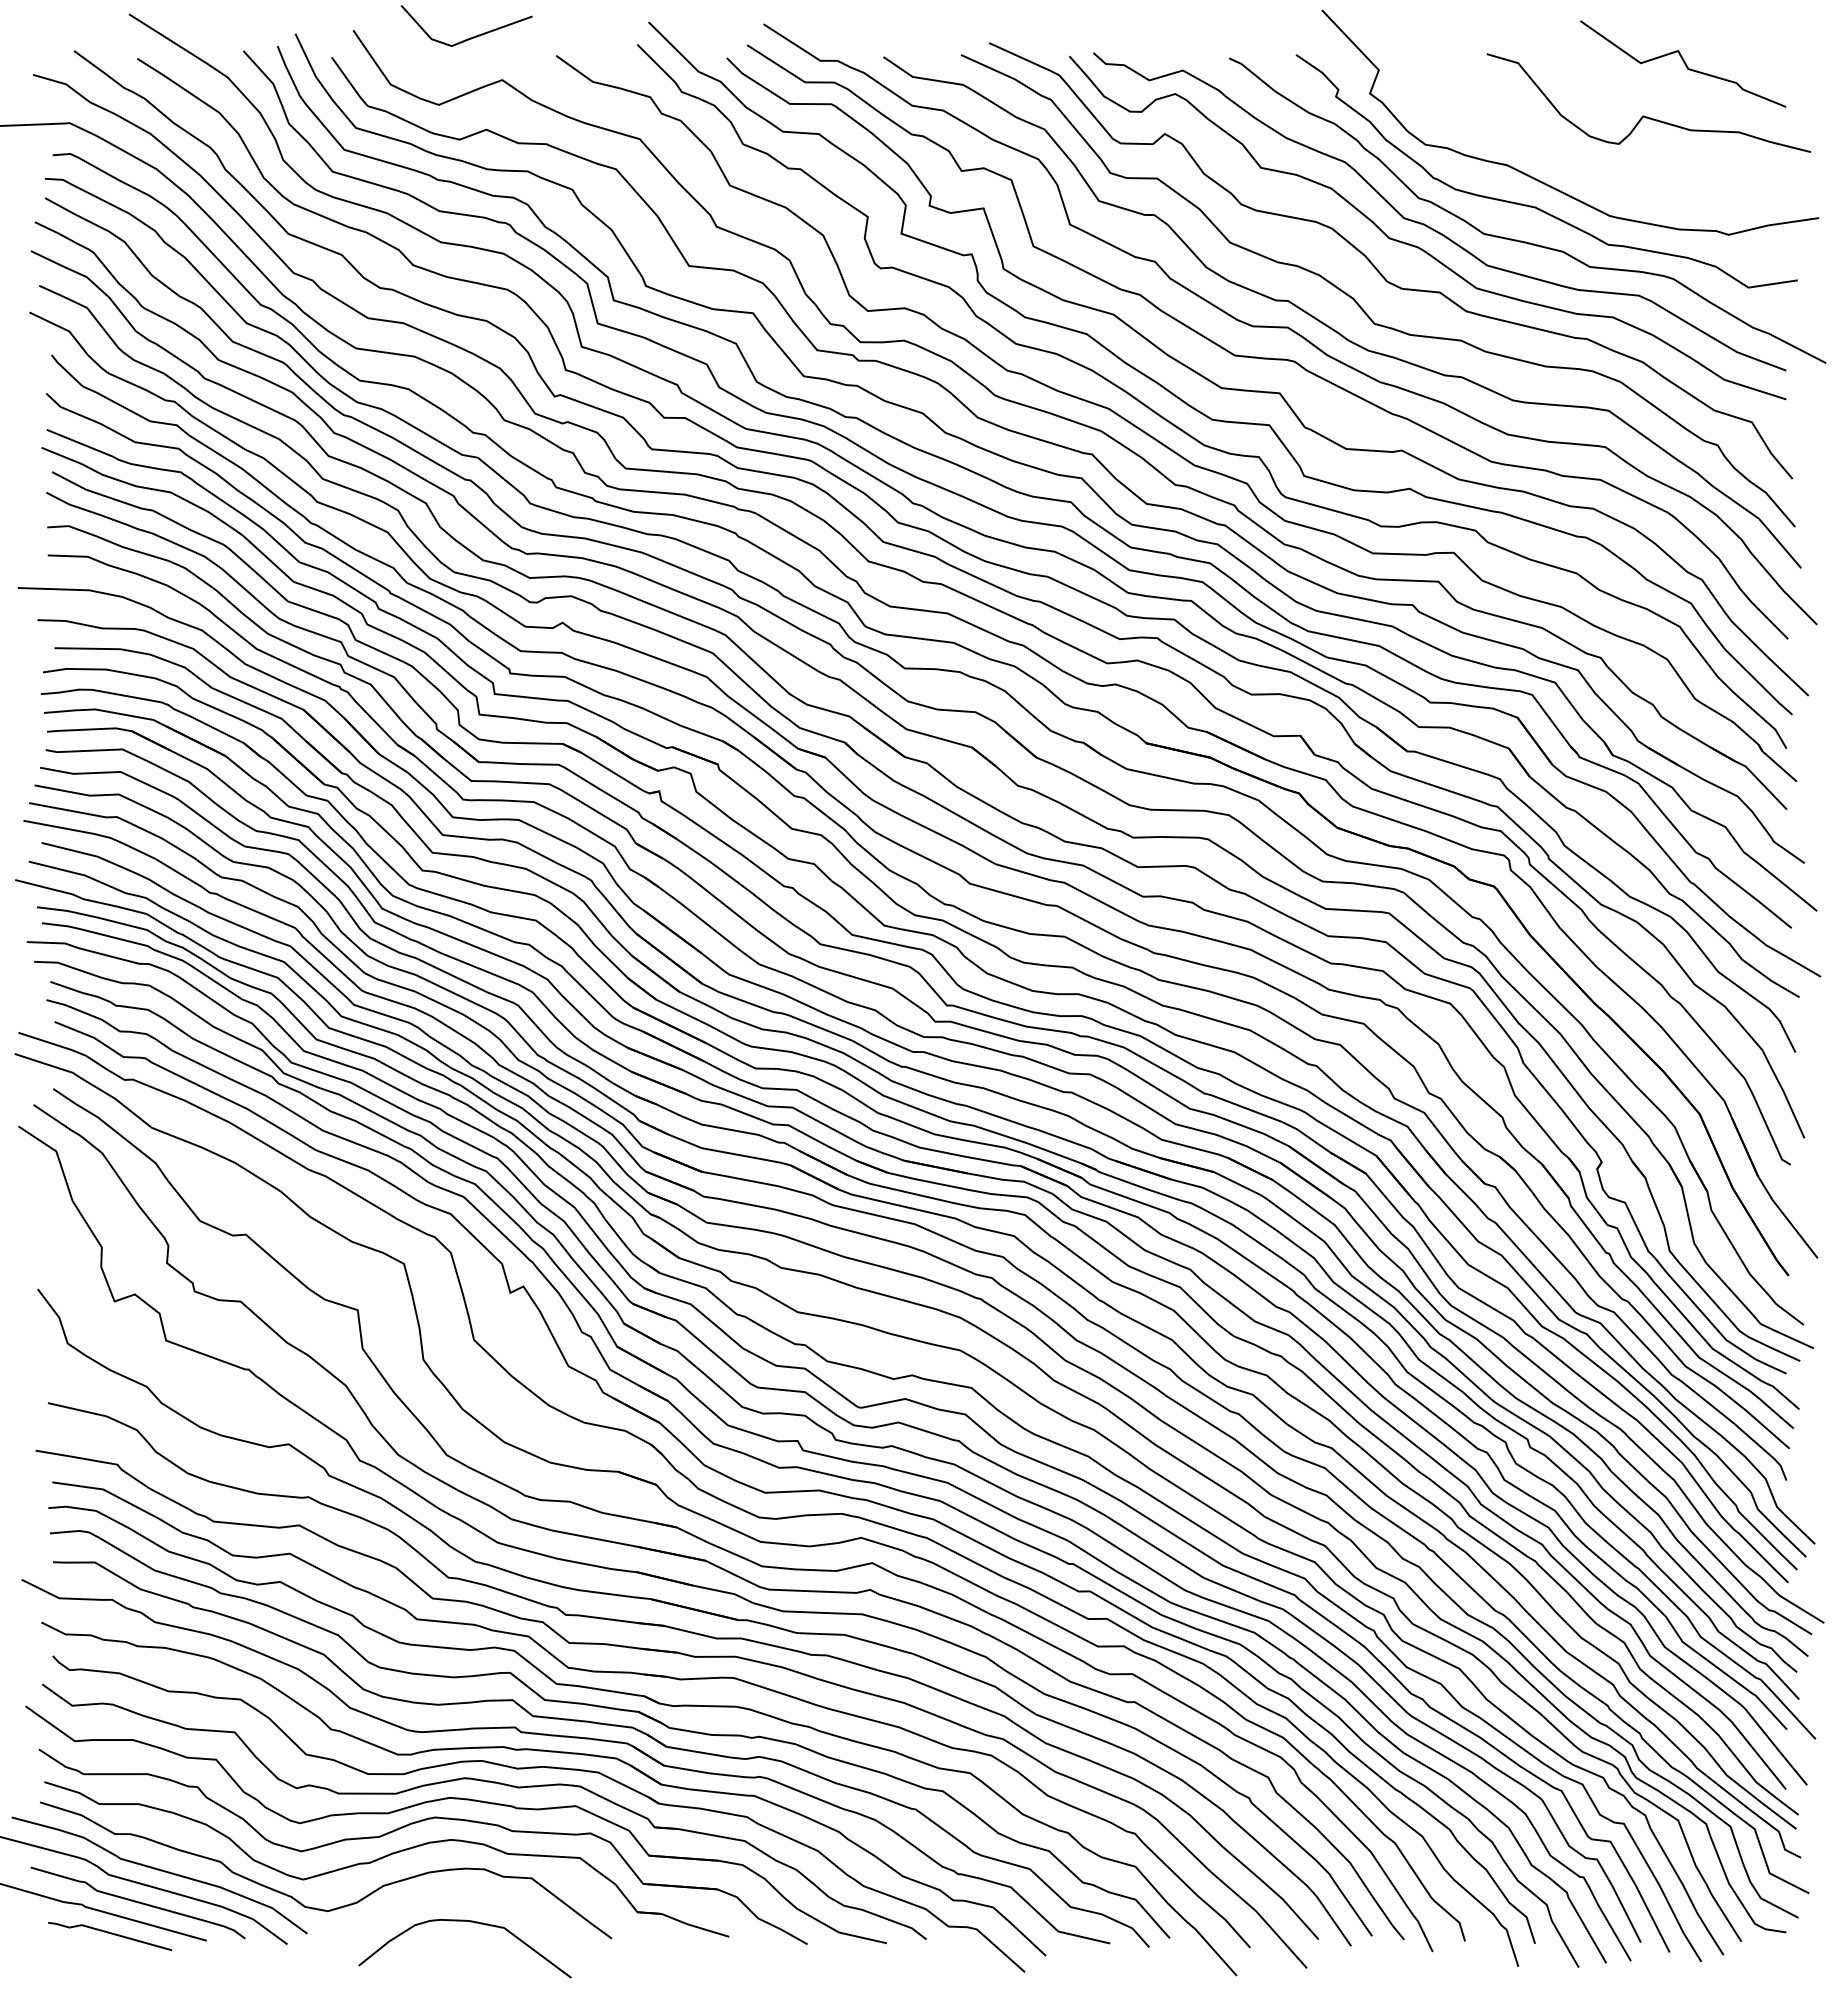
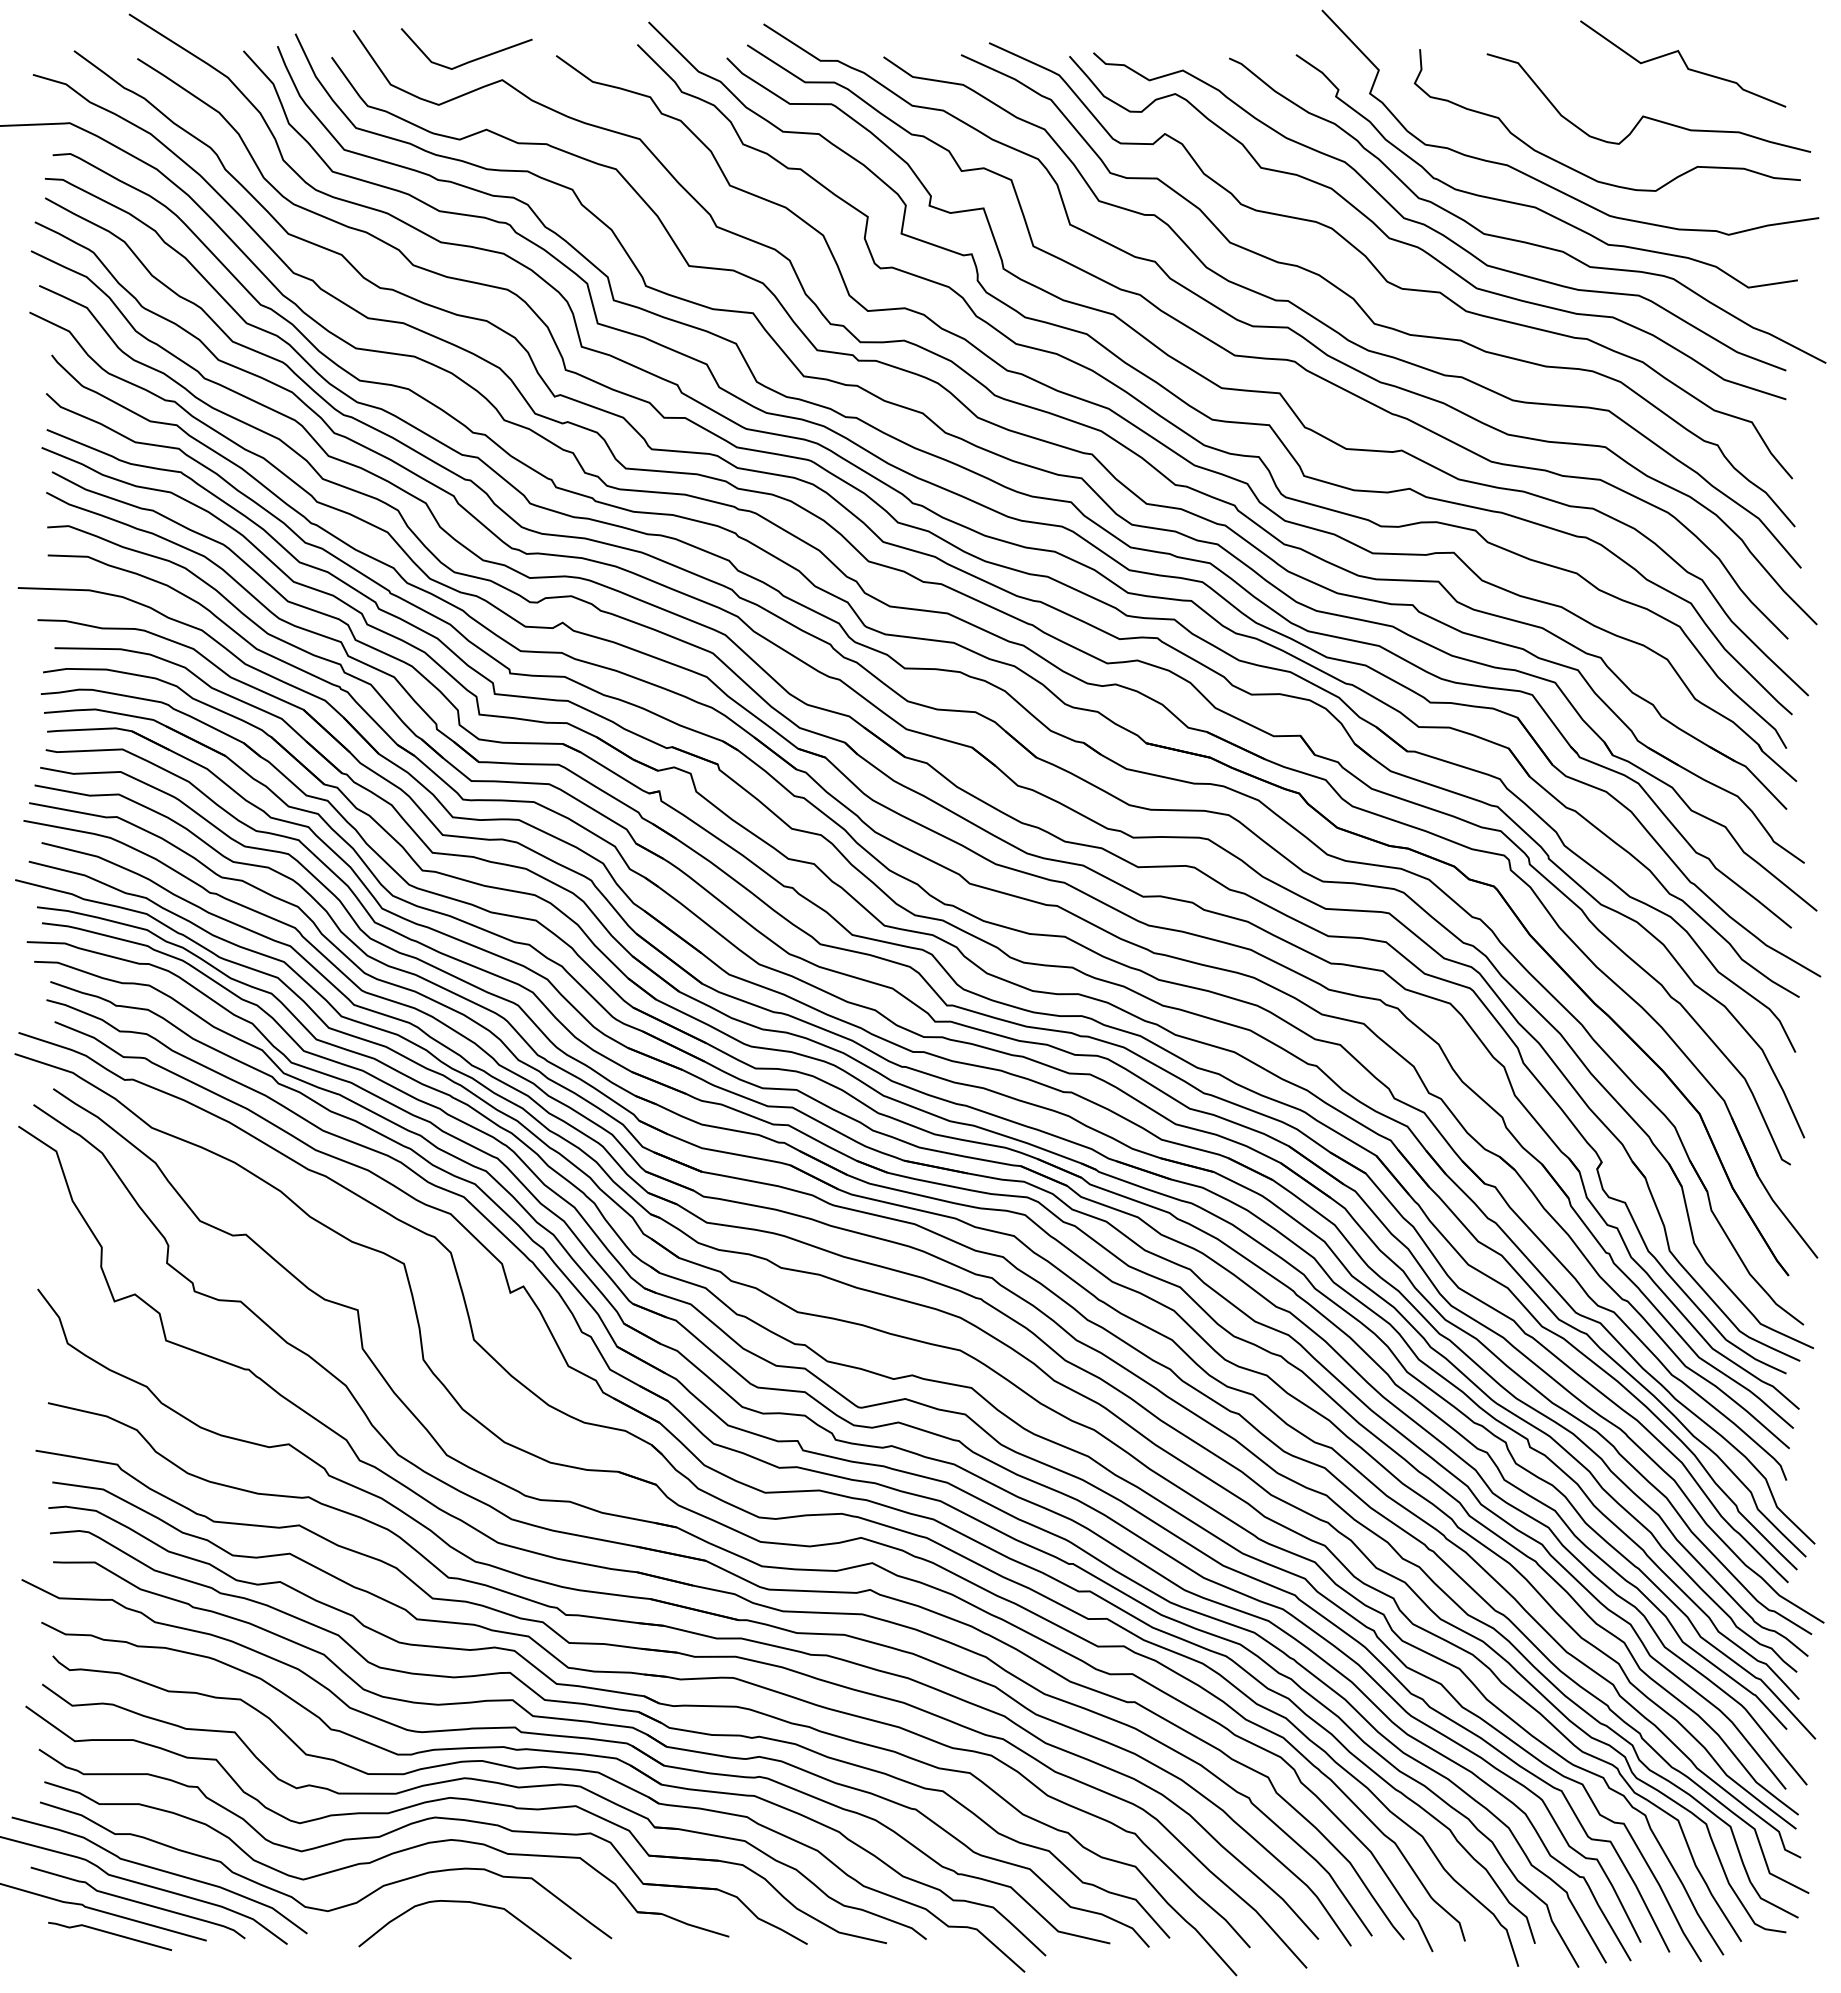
line at (470, 37) position: (470, 37) -> (470, 60)
curve at (1581, 172): none -> present
curve at (470, 1922) position: (470, 1922) -> (470, 1903)
